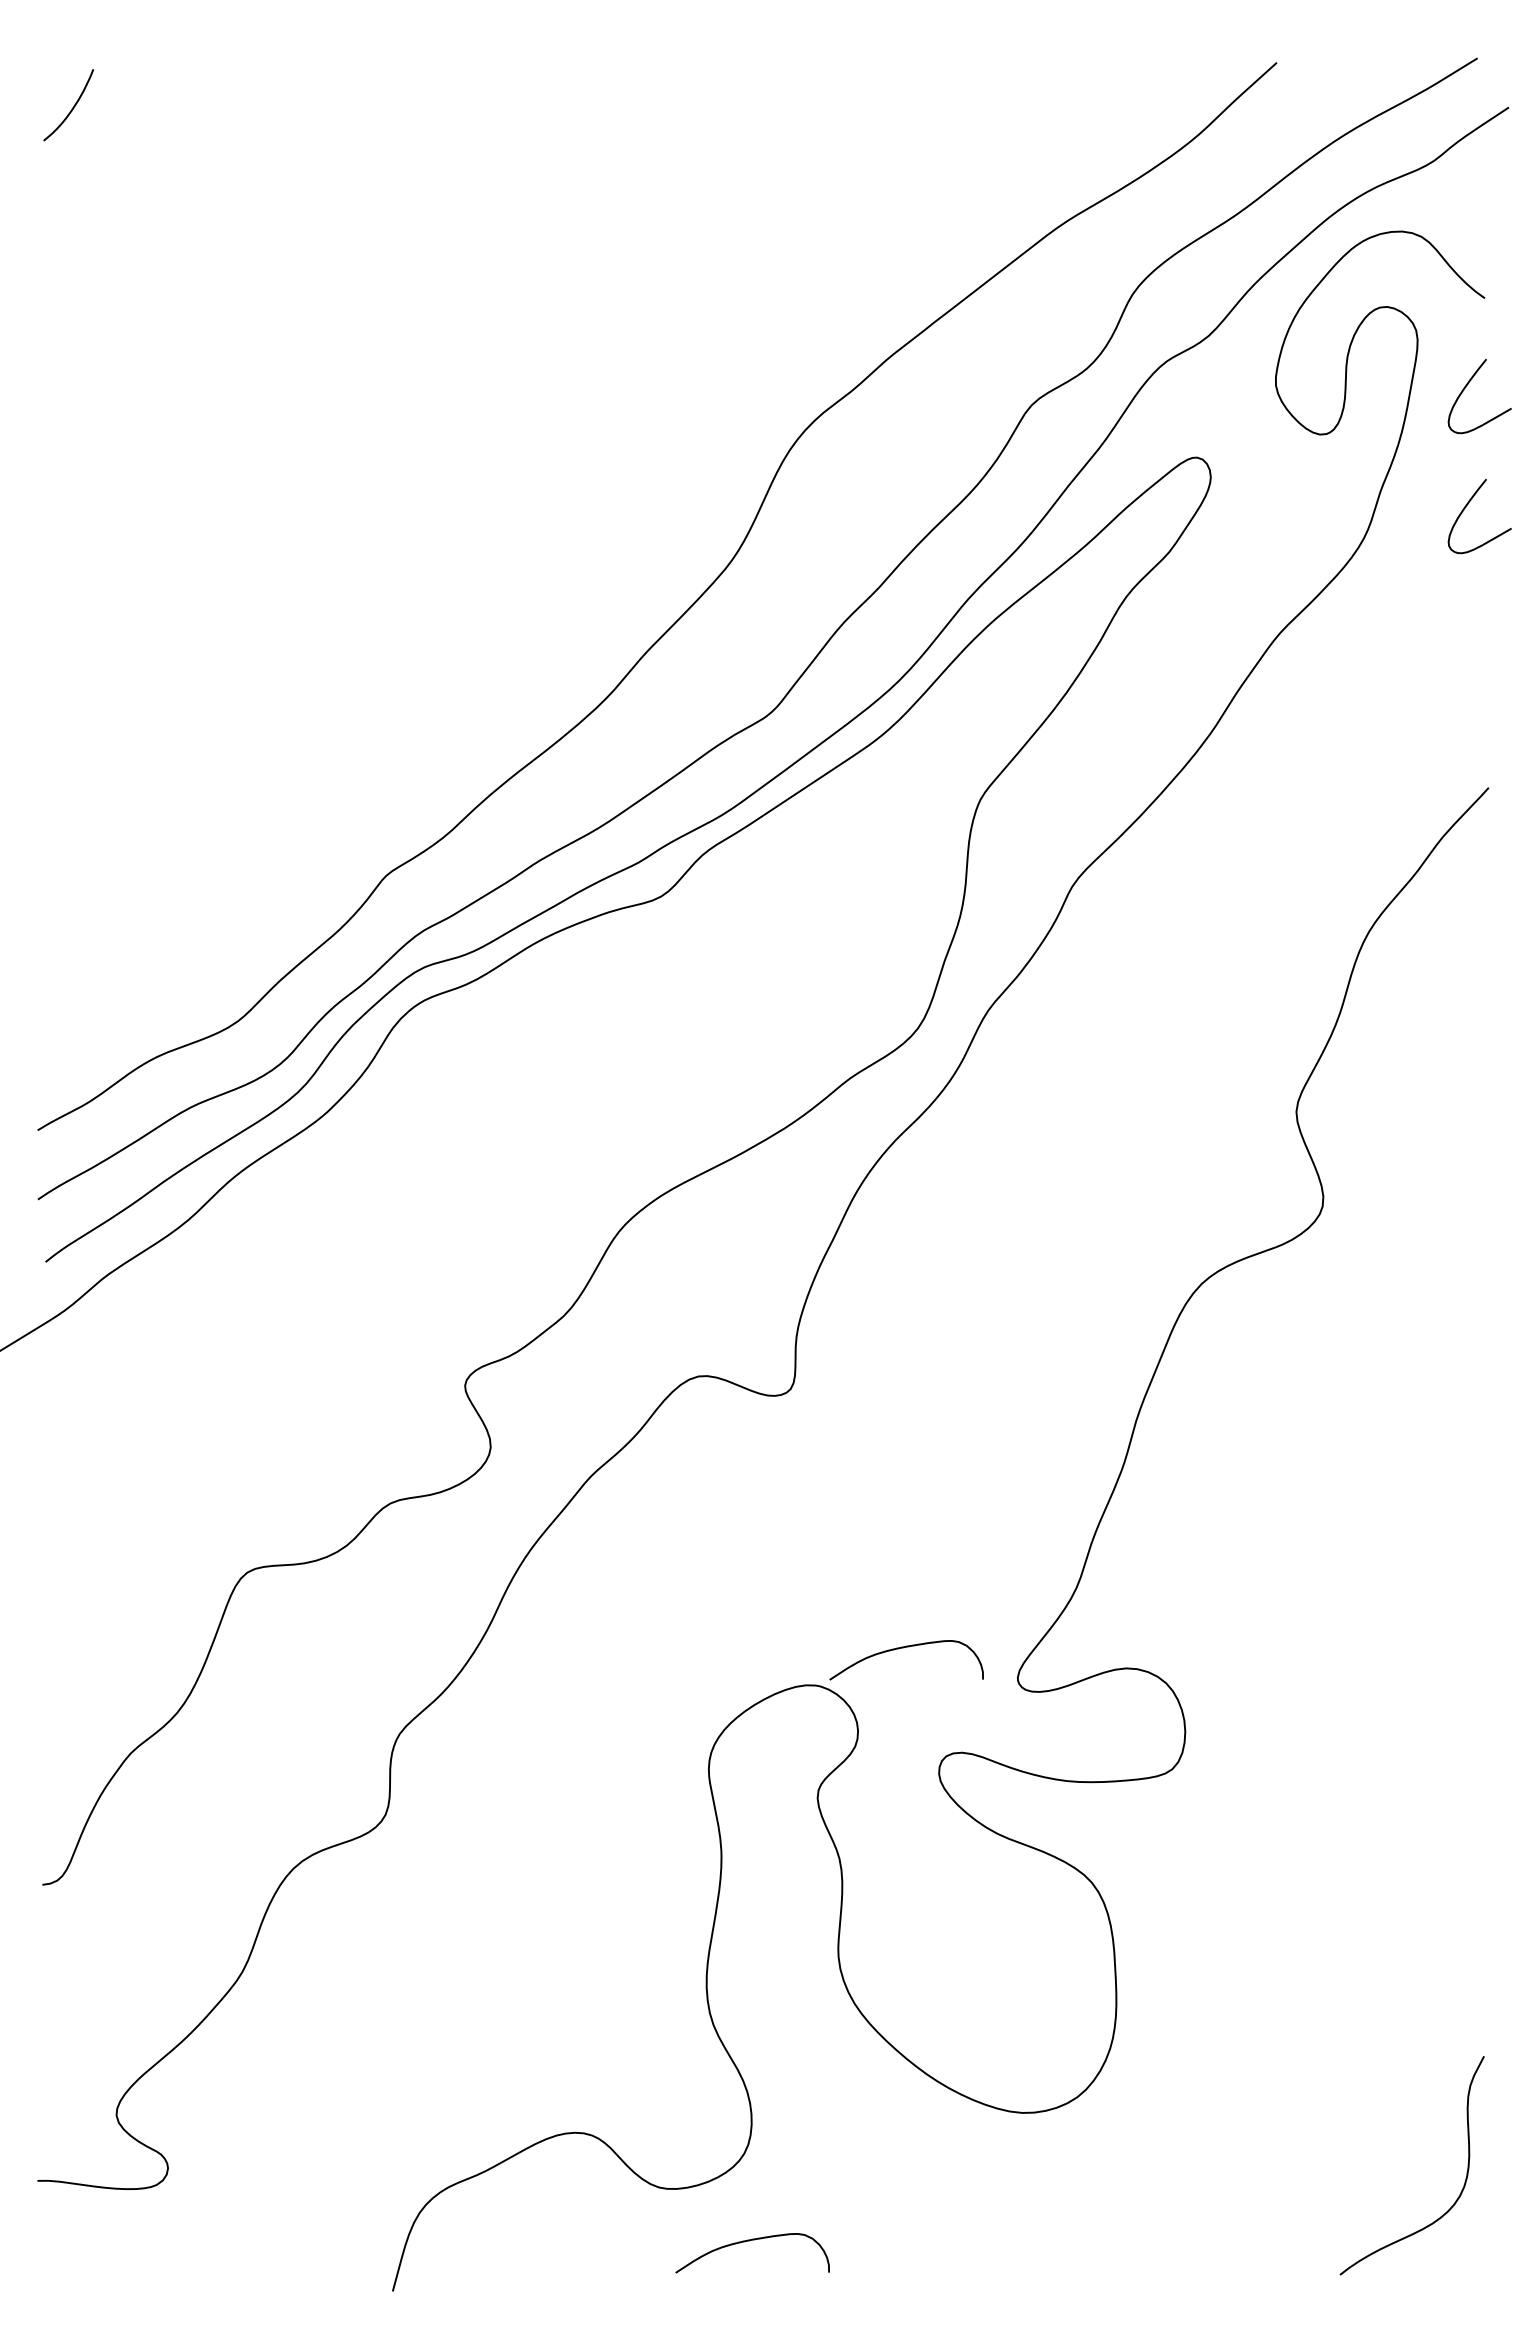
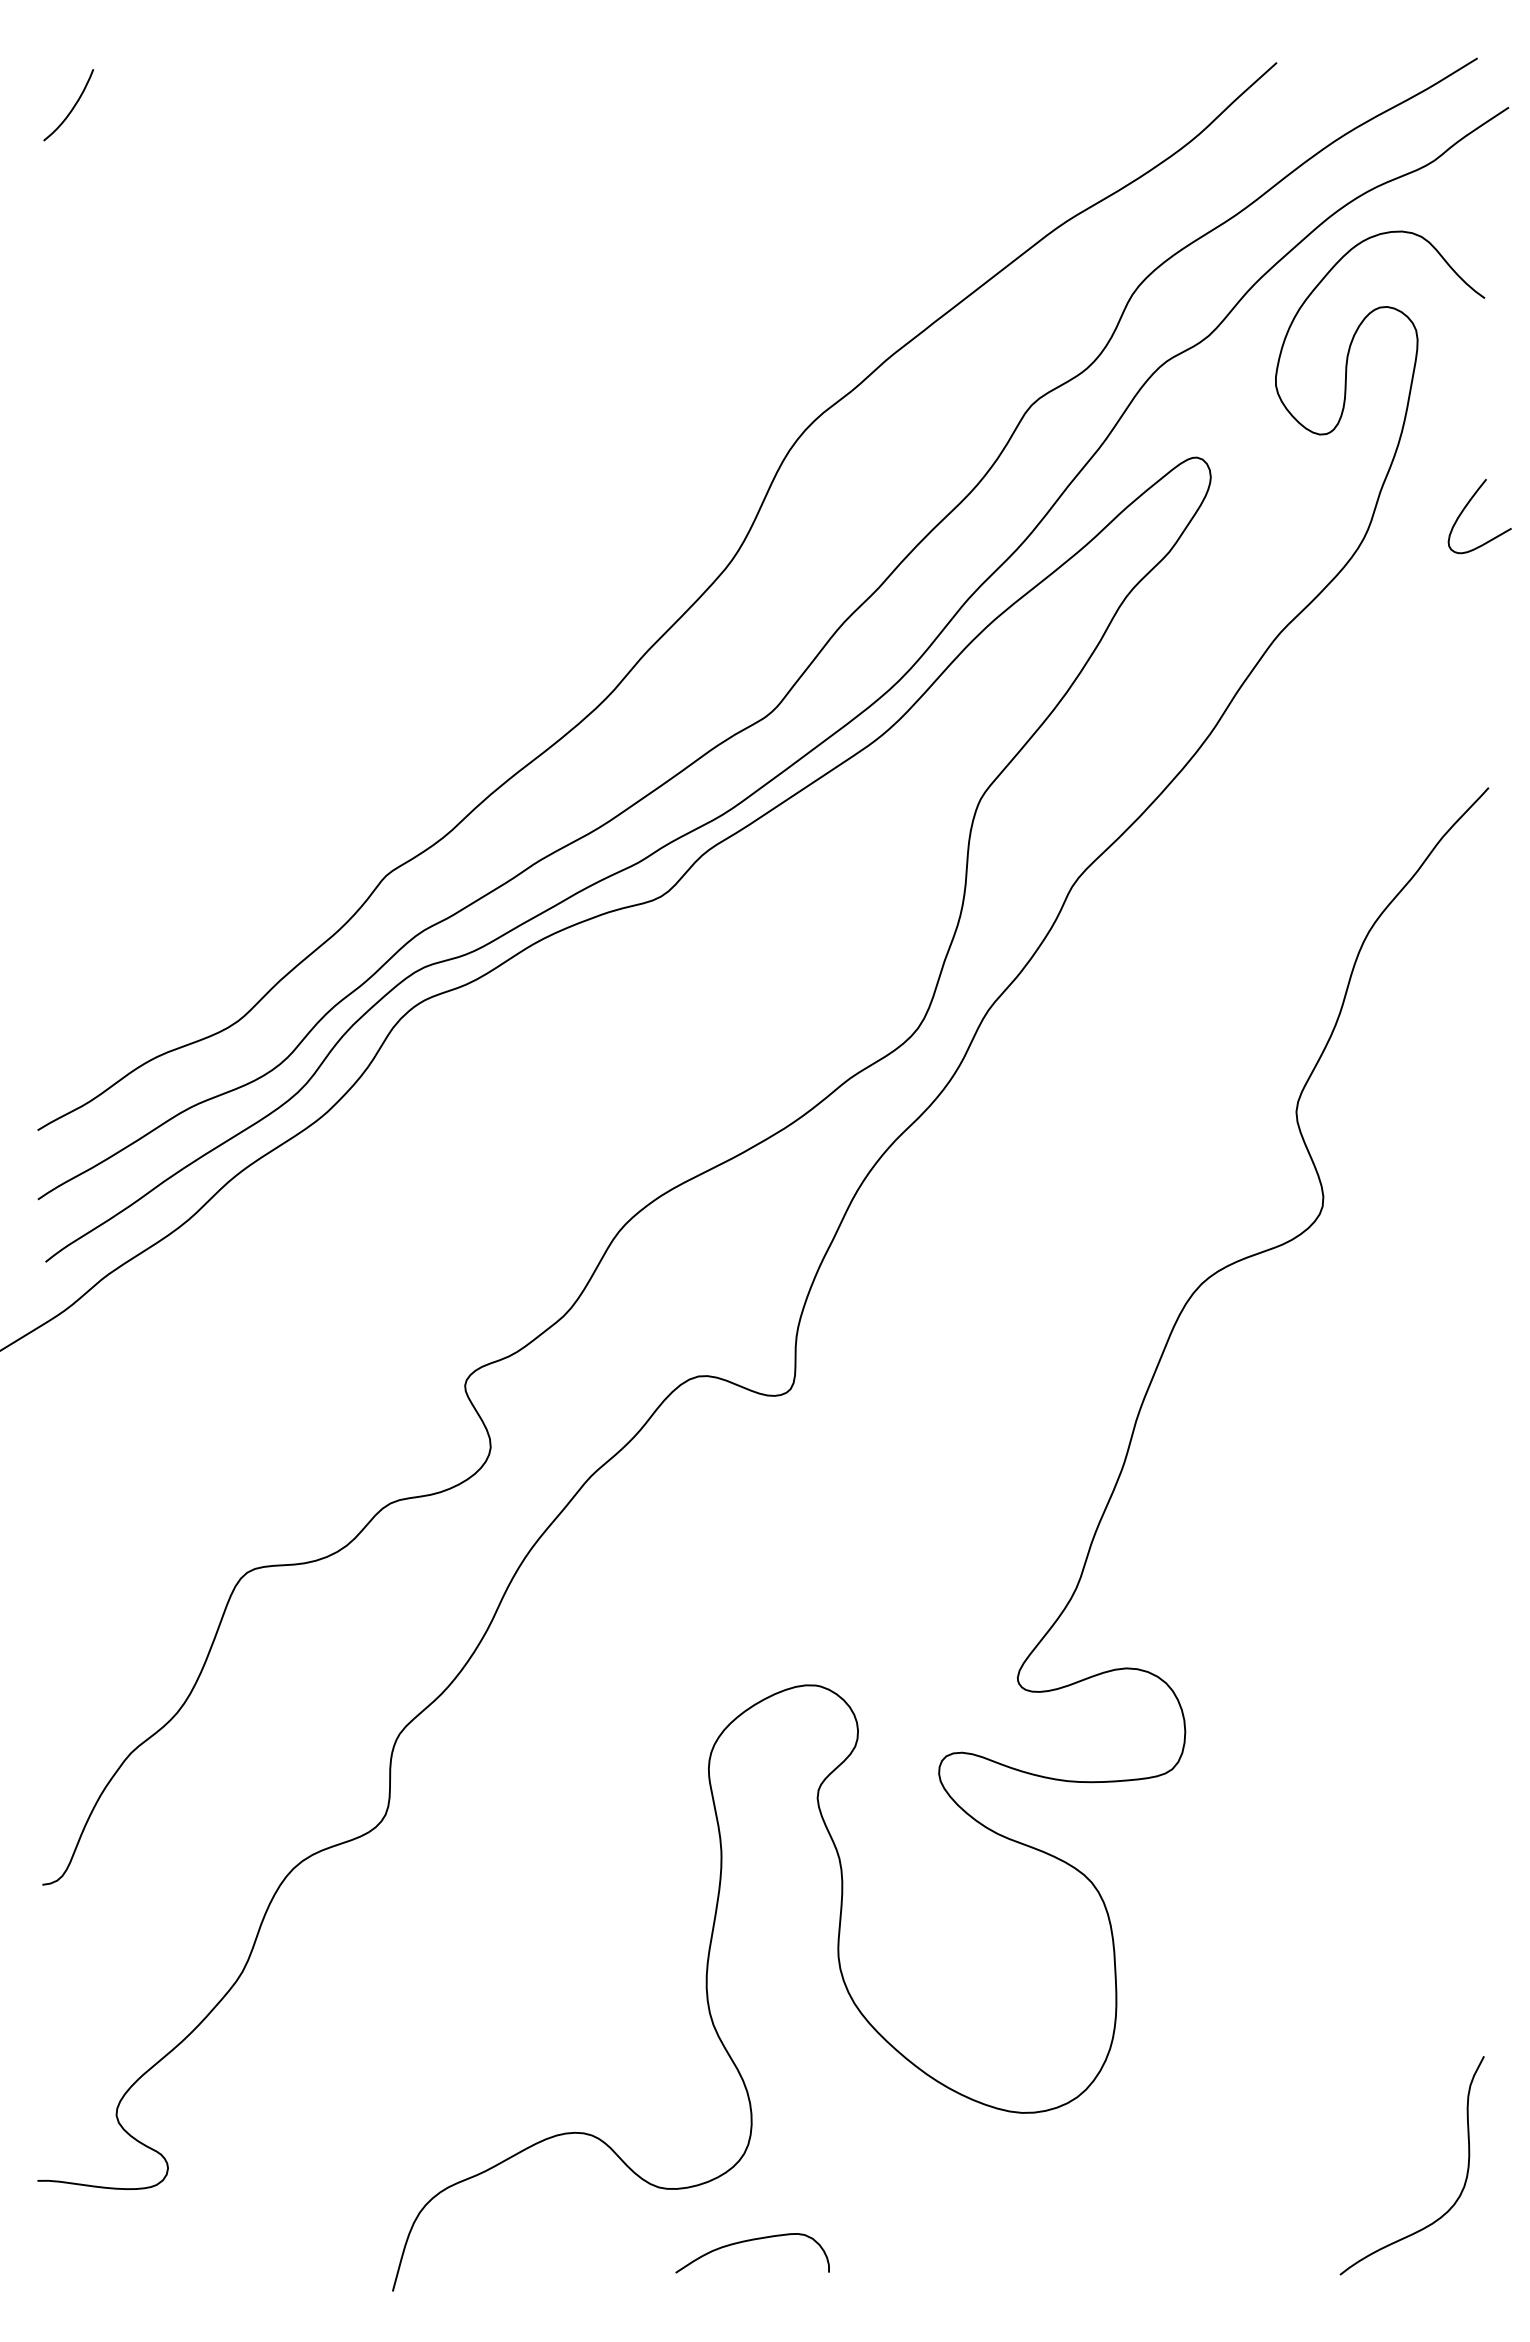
curve at (1466, 387): present -> none
curve at (903, 1648): present -> none
